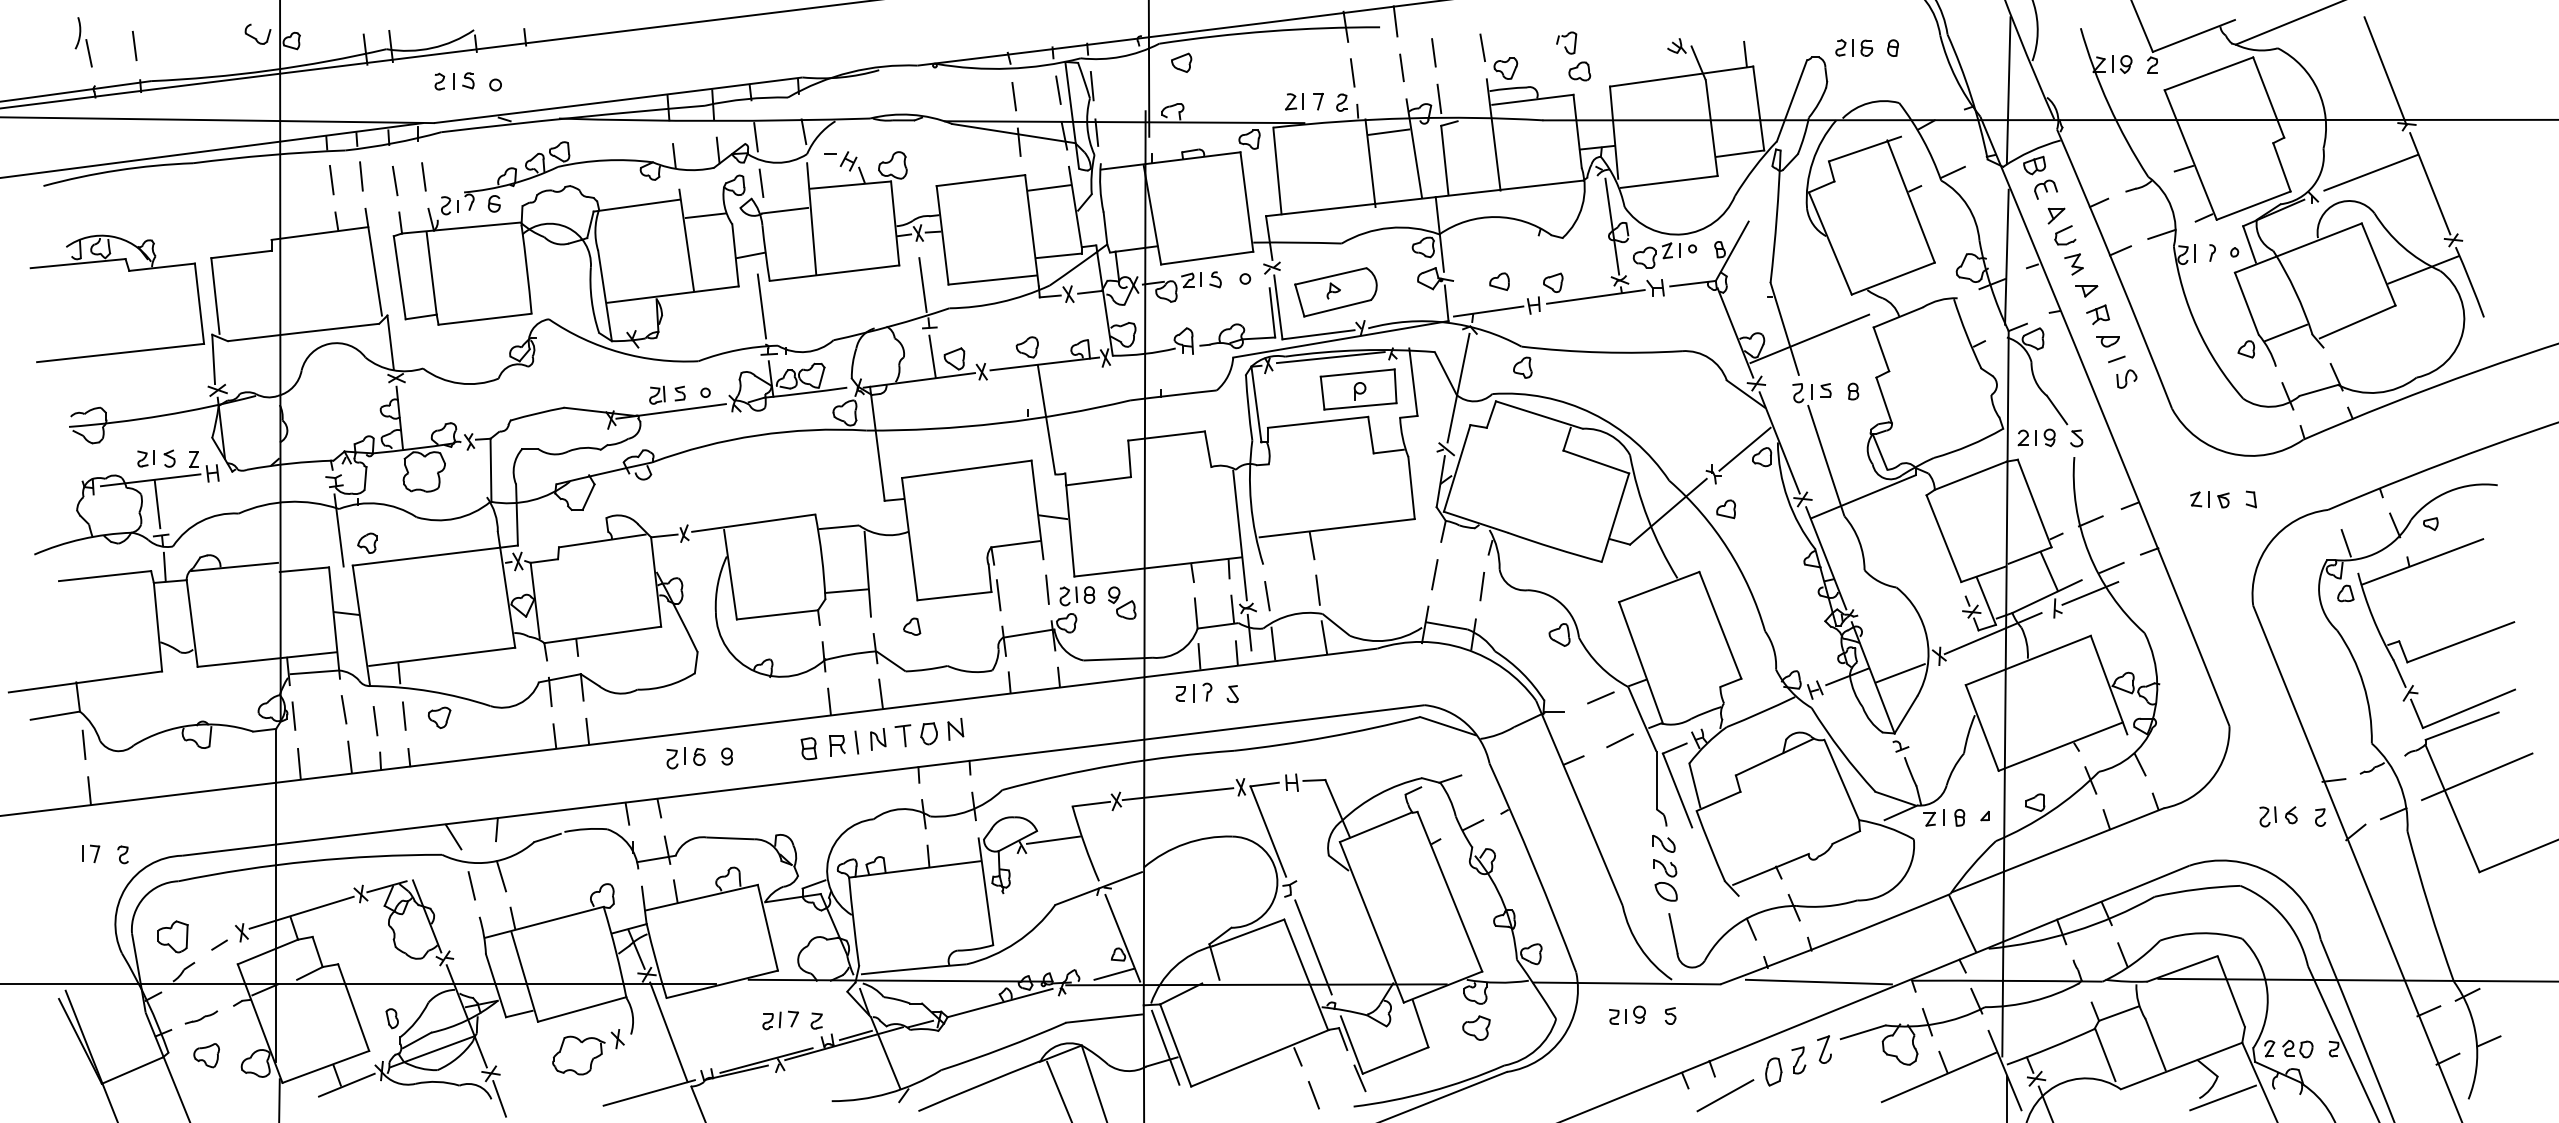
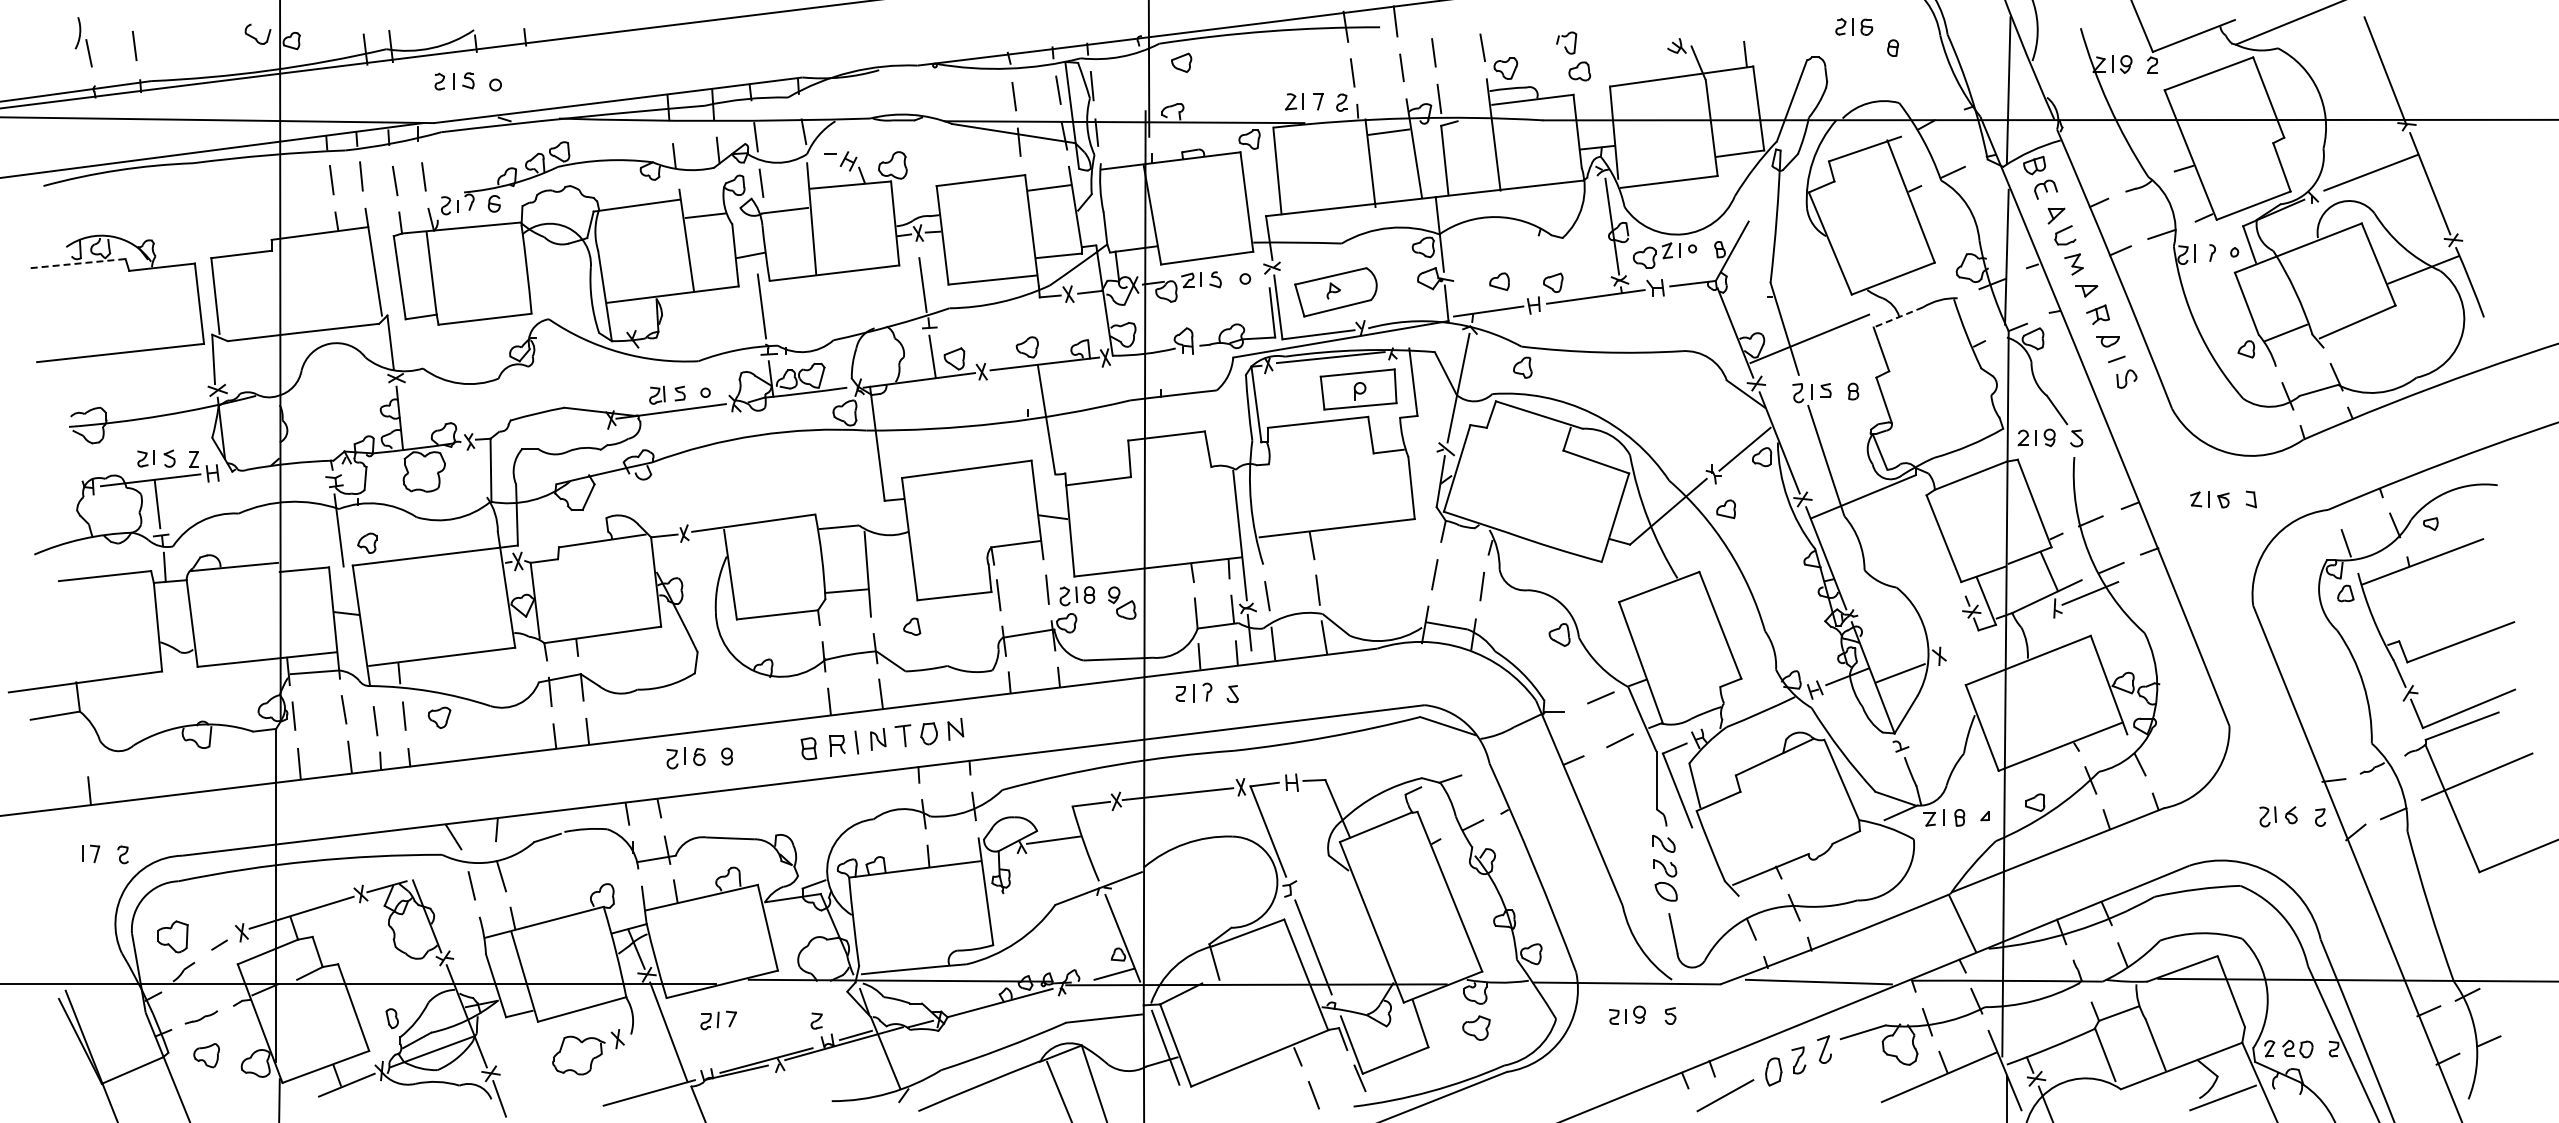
part at (1854, 47) position: (1854, 47) -> (1854, 26)
line at (78, 263): solid -> dashed
line at (1898, 317): solid -> dashed
line at (1992, 633): present -> none
line at (83, 744): present -> none
part at (780, 1020) position: (780, 1020) -> (718, 1020)
